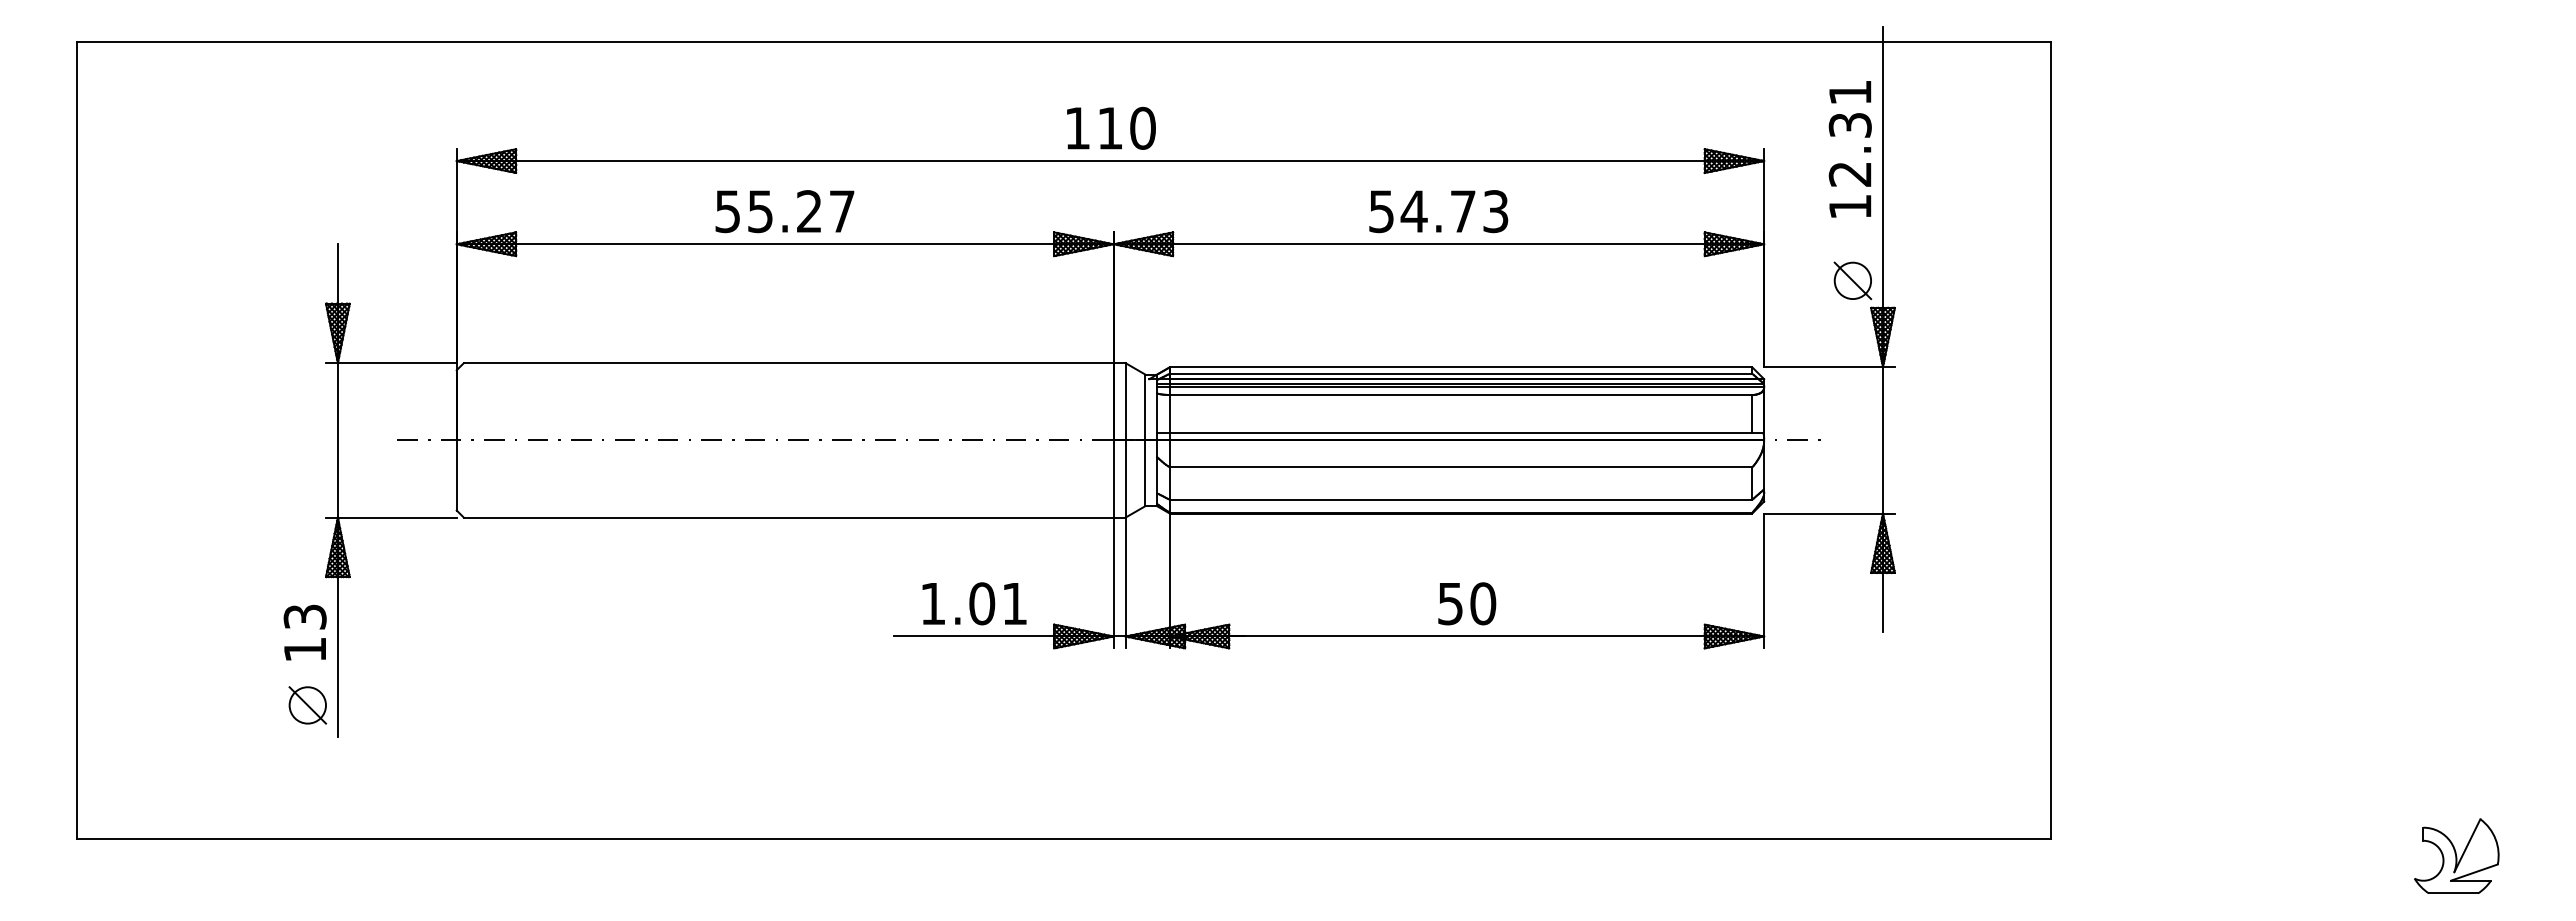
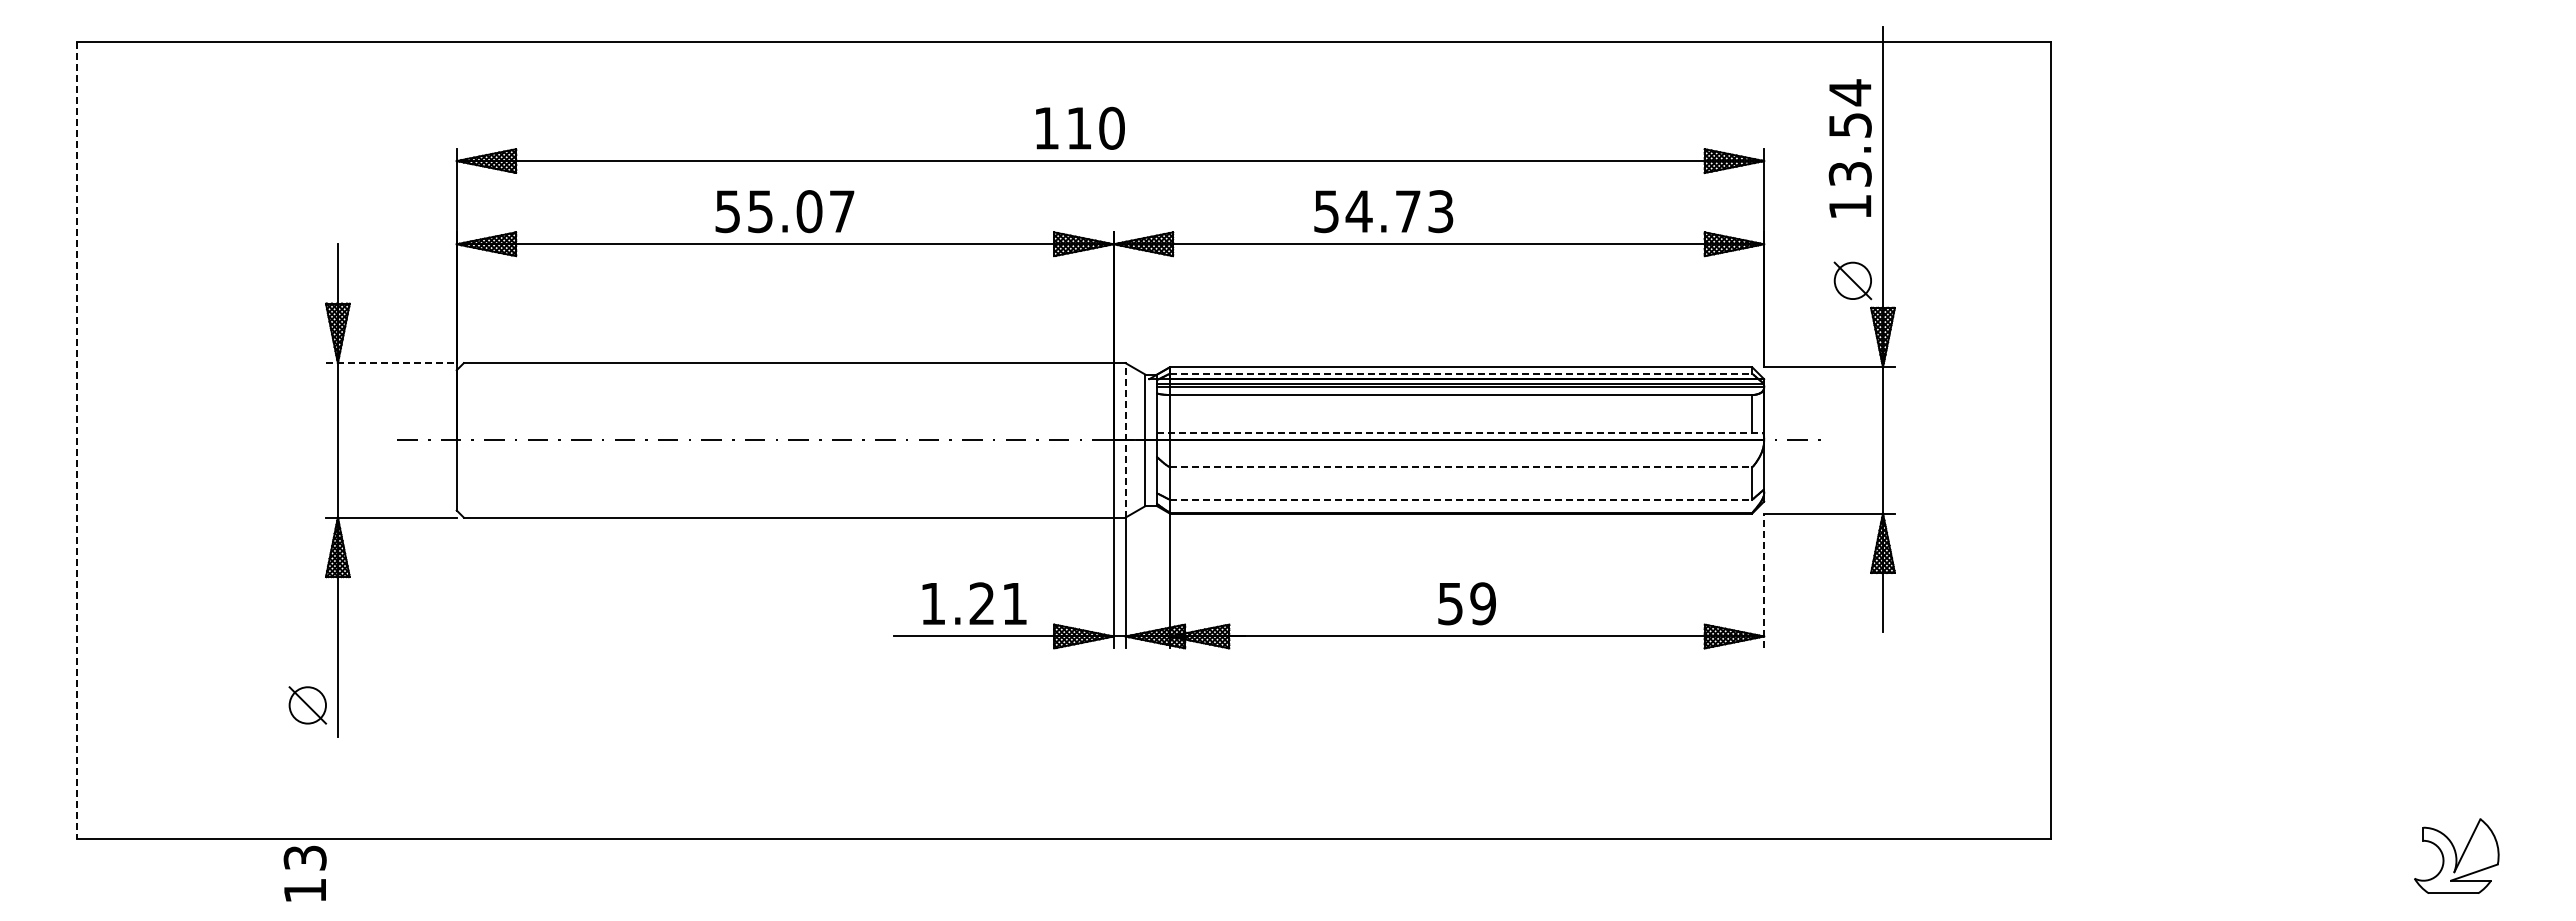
text at (1111, 127) position: (1111, 127) -> (1080, 127)
text at (1849, 132): 12.31 -> 13.54
text at (809, 211): 55.27 -> 55.07
text at (1438, 211) position: (1438, 211) -> (1383, 211)
line at (391, 363): solid -> dashed
line at (1461, 373): solid -> dashed
line at (1460, 433): solid -> dashed
line at (1125, 439): solid -> dashed
line at (77, 440): solid -> dashed
line at (1461, 467): solid -> dashed
line at (1461, 499): solid -> dashed
line at (1764, 580): solid -> dashed
text at (982, 603): 1.01 -> 1.21
text at (1483, 603): 50 -> 59
text at (304, 632) position: (304, 632) -> (304, 873)
